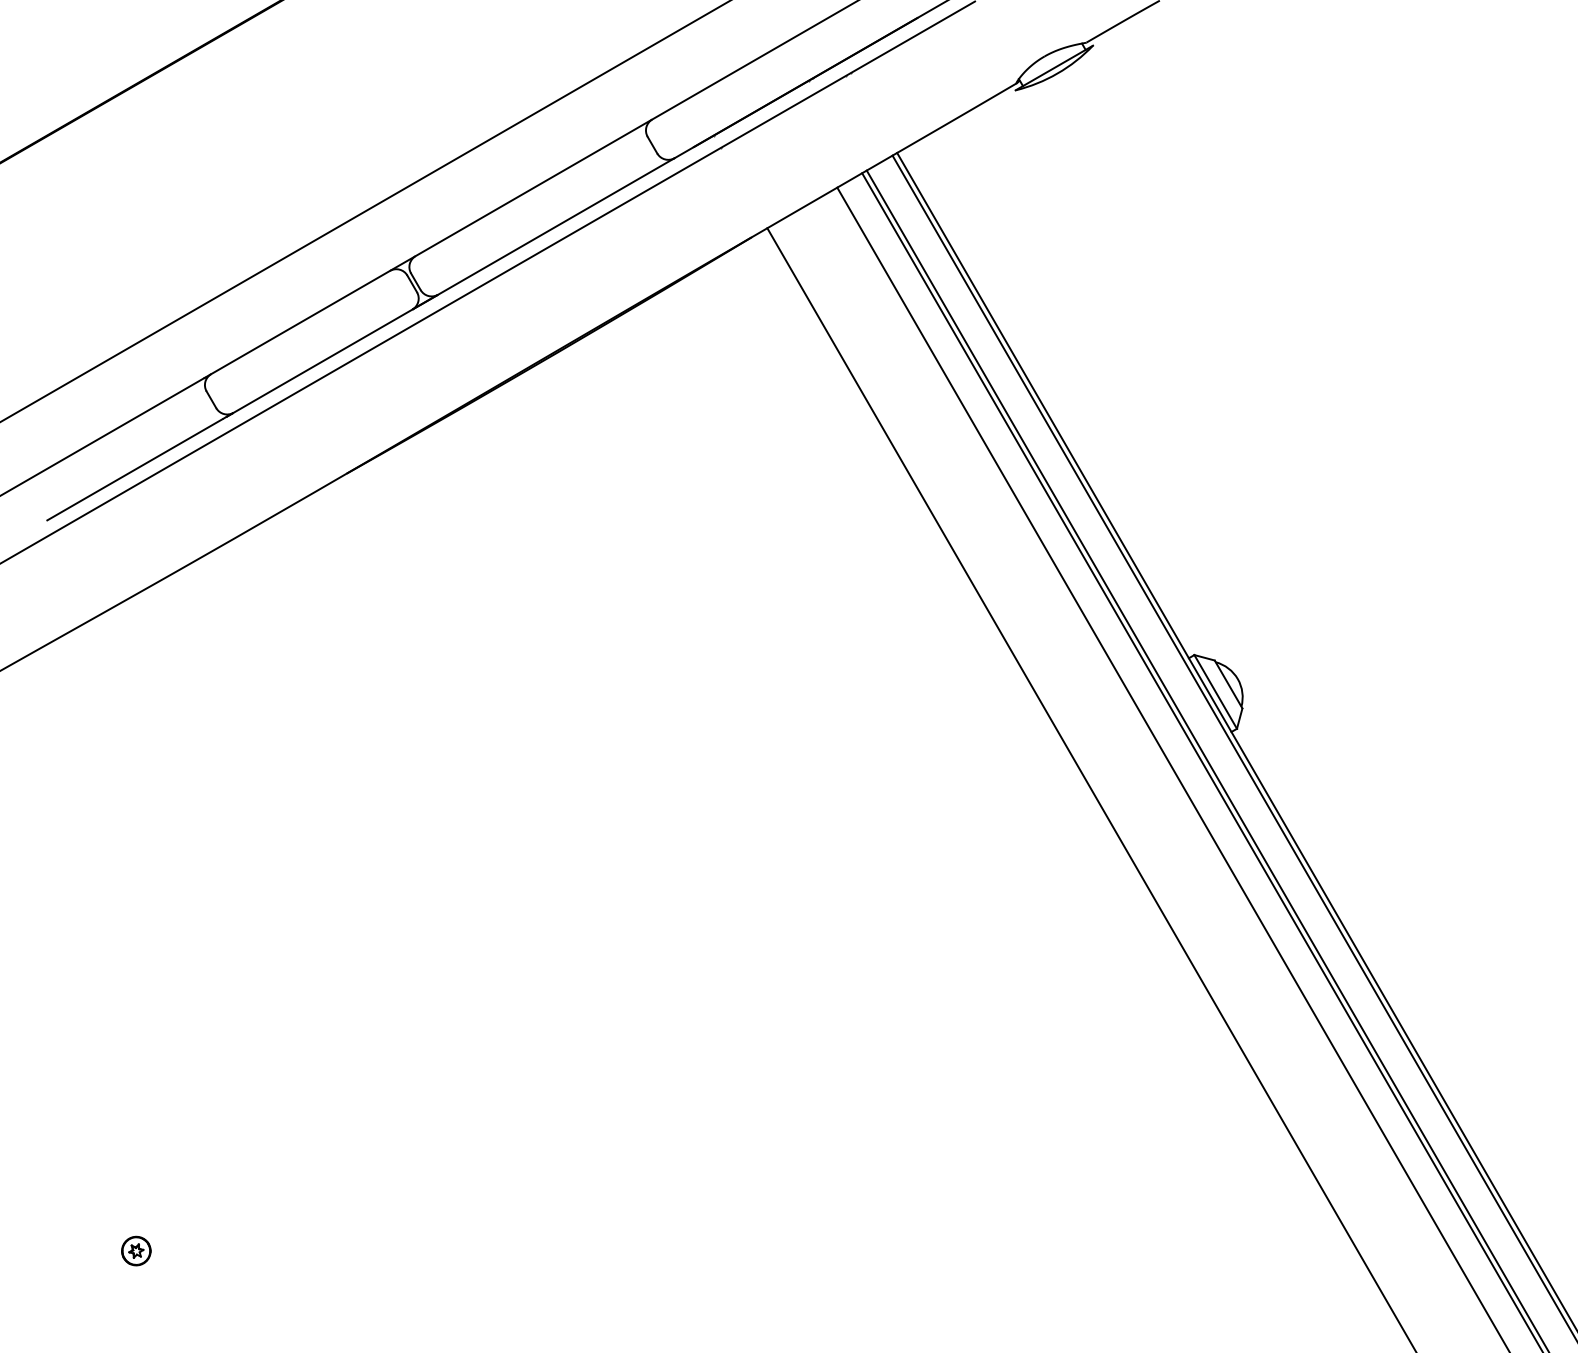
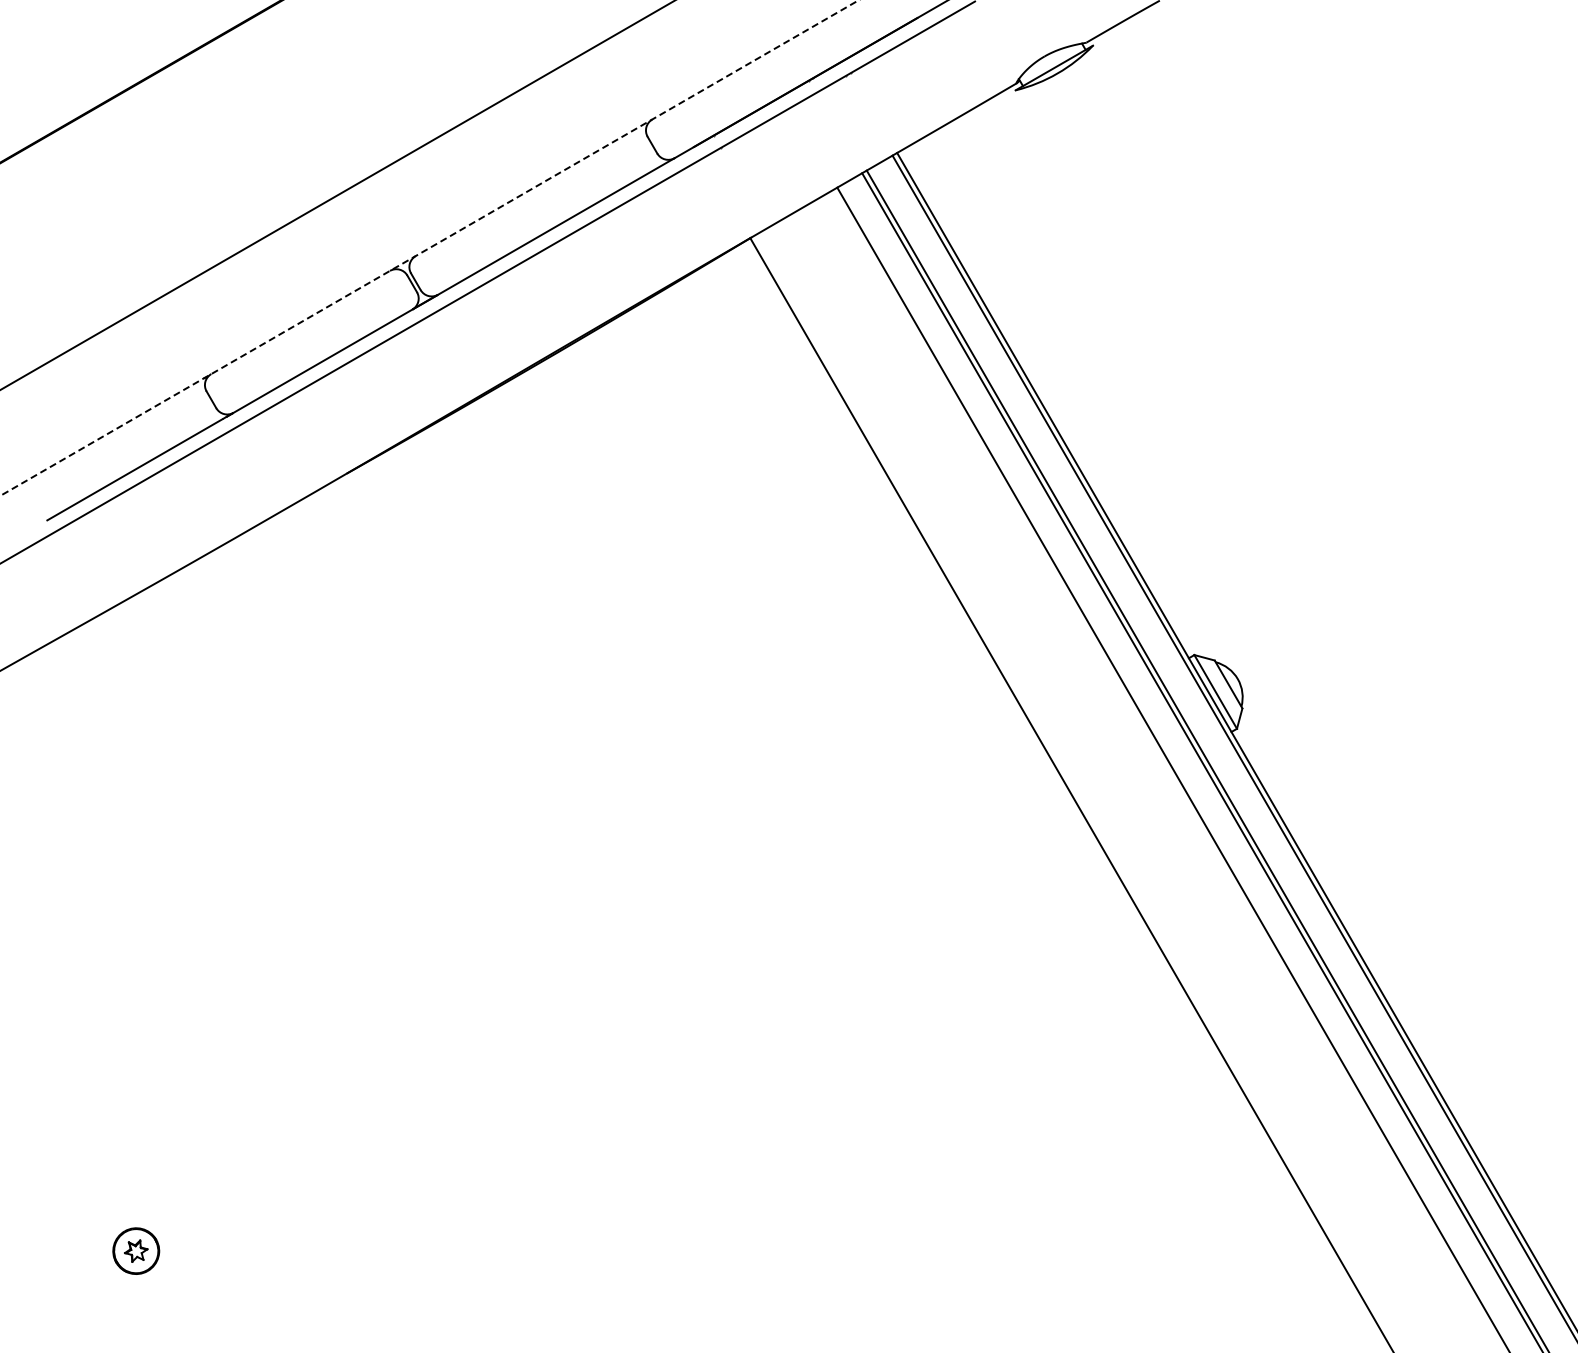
line at (364, 211) position: (364, 211) -> (336, 195)
line at (429, 247): solid -> dashed
line at (1090, 788) position: (1090, 788) -> (1070, 793)
part at (136, 1250) size: 31x32 px -> 49x48 px
